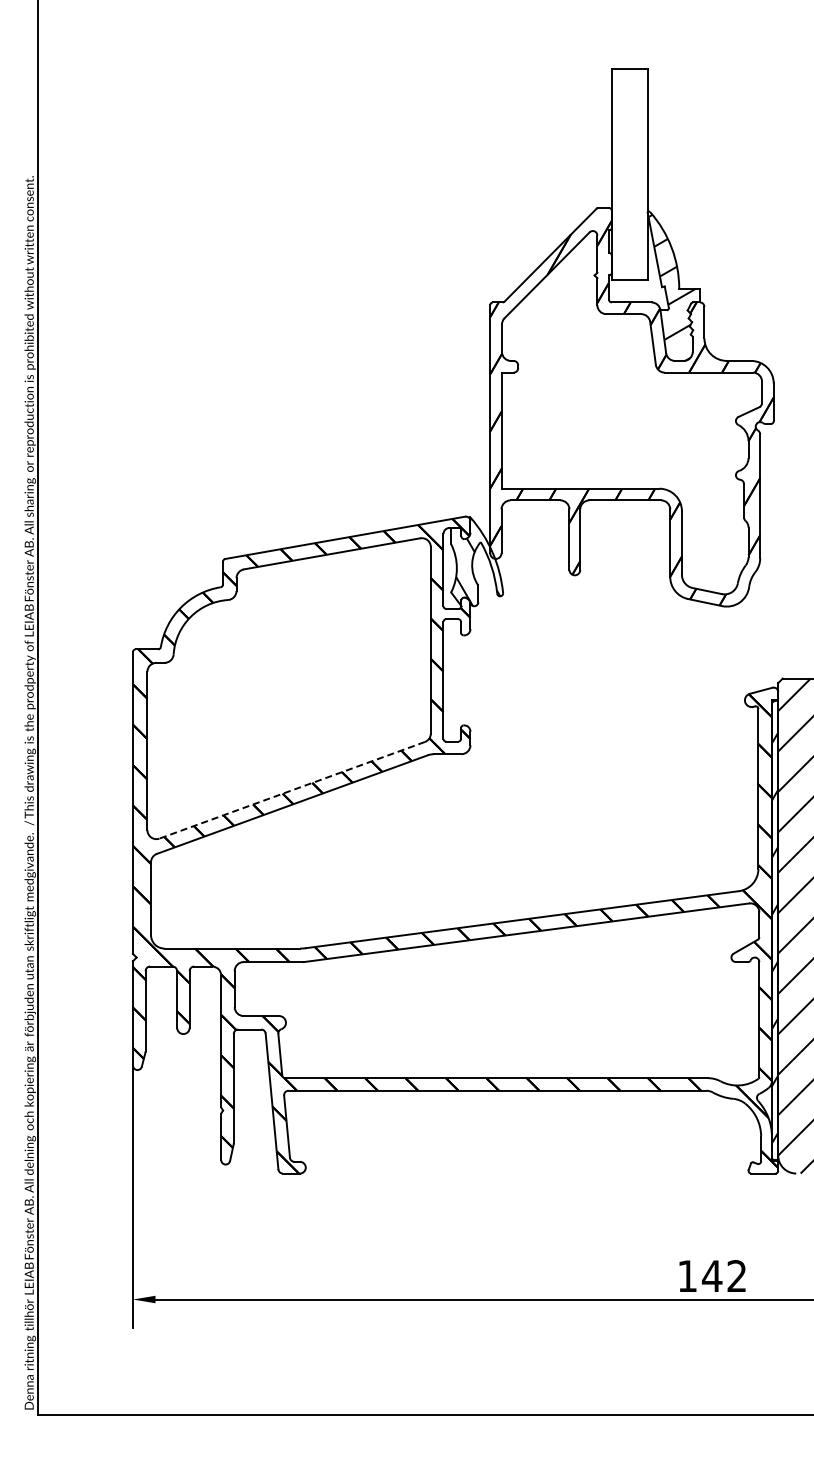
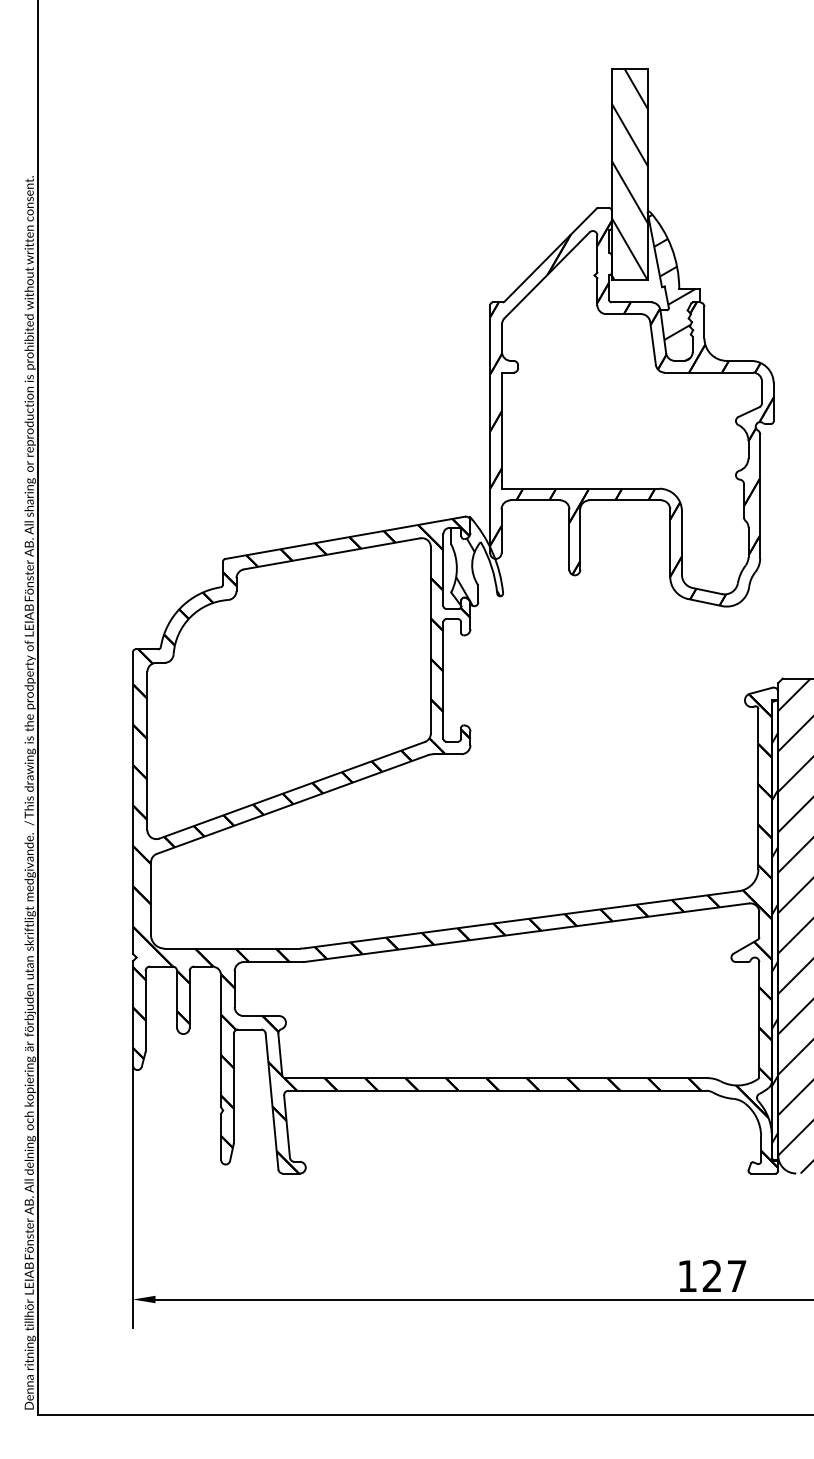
hatch at (629, 173): none -> present
line at (291, 790): dashed -> solid
text at (724, 1275): 142 -> 127
